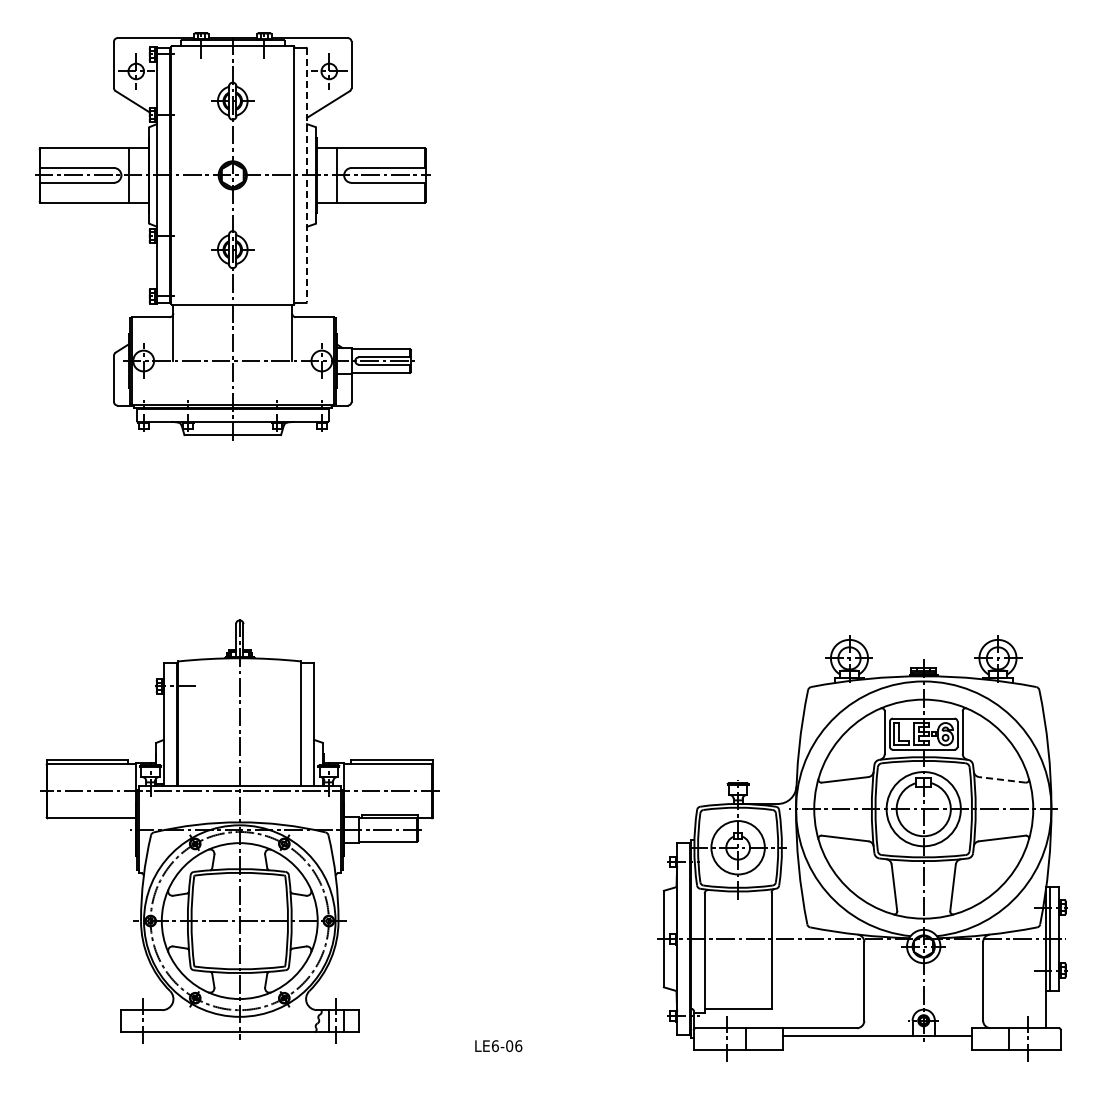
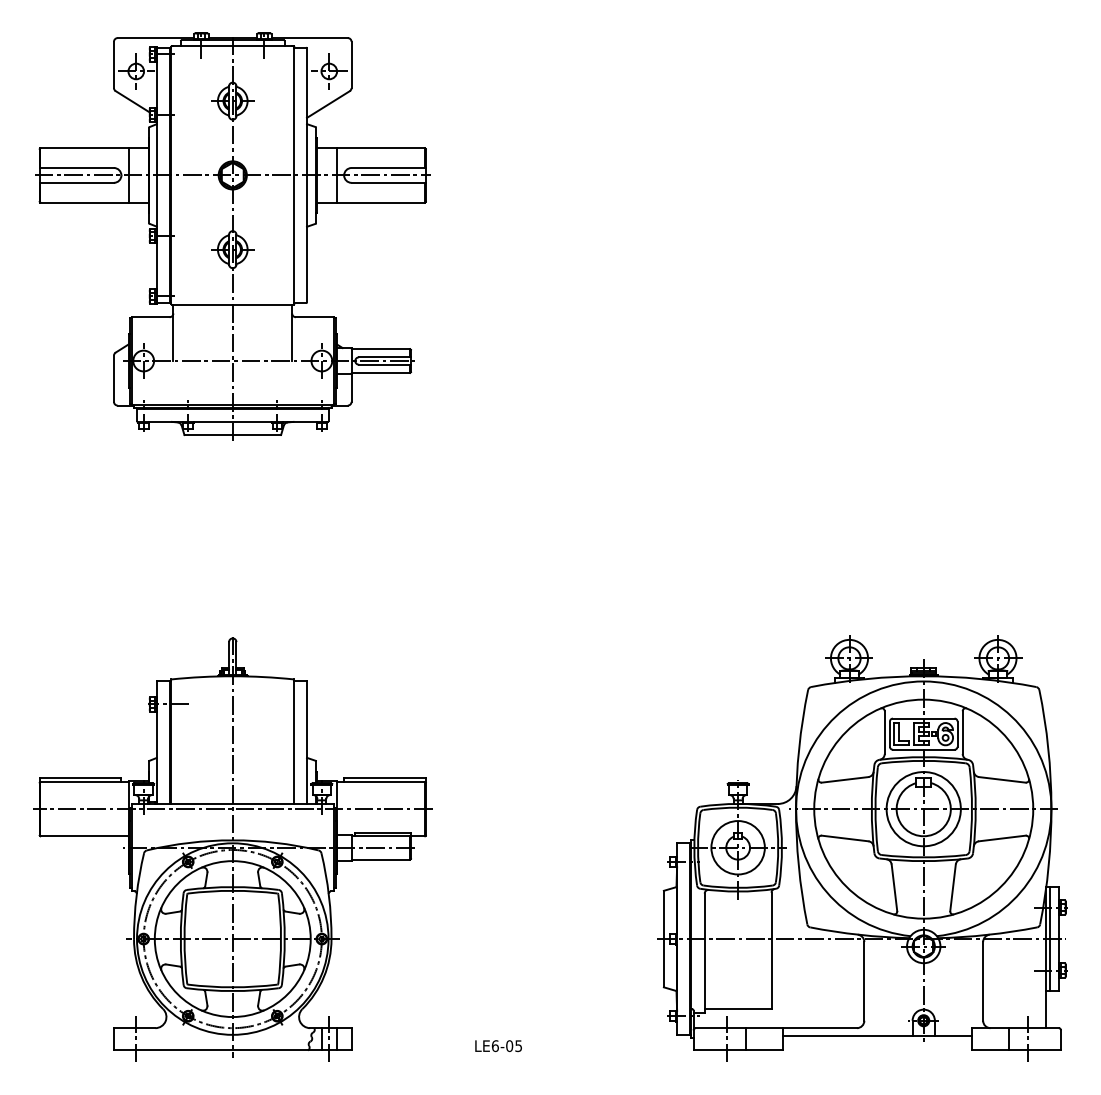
line at (307, 175): dashed -> solid
line at (1002, 779): dashed -> solid
part at (239, 831) position: (239, 831) -> (232, 849)
text at (518, 1046): LE6-06 -> LE6-05
